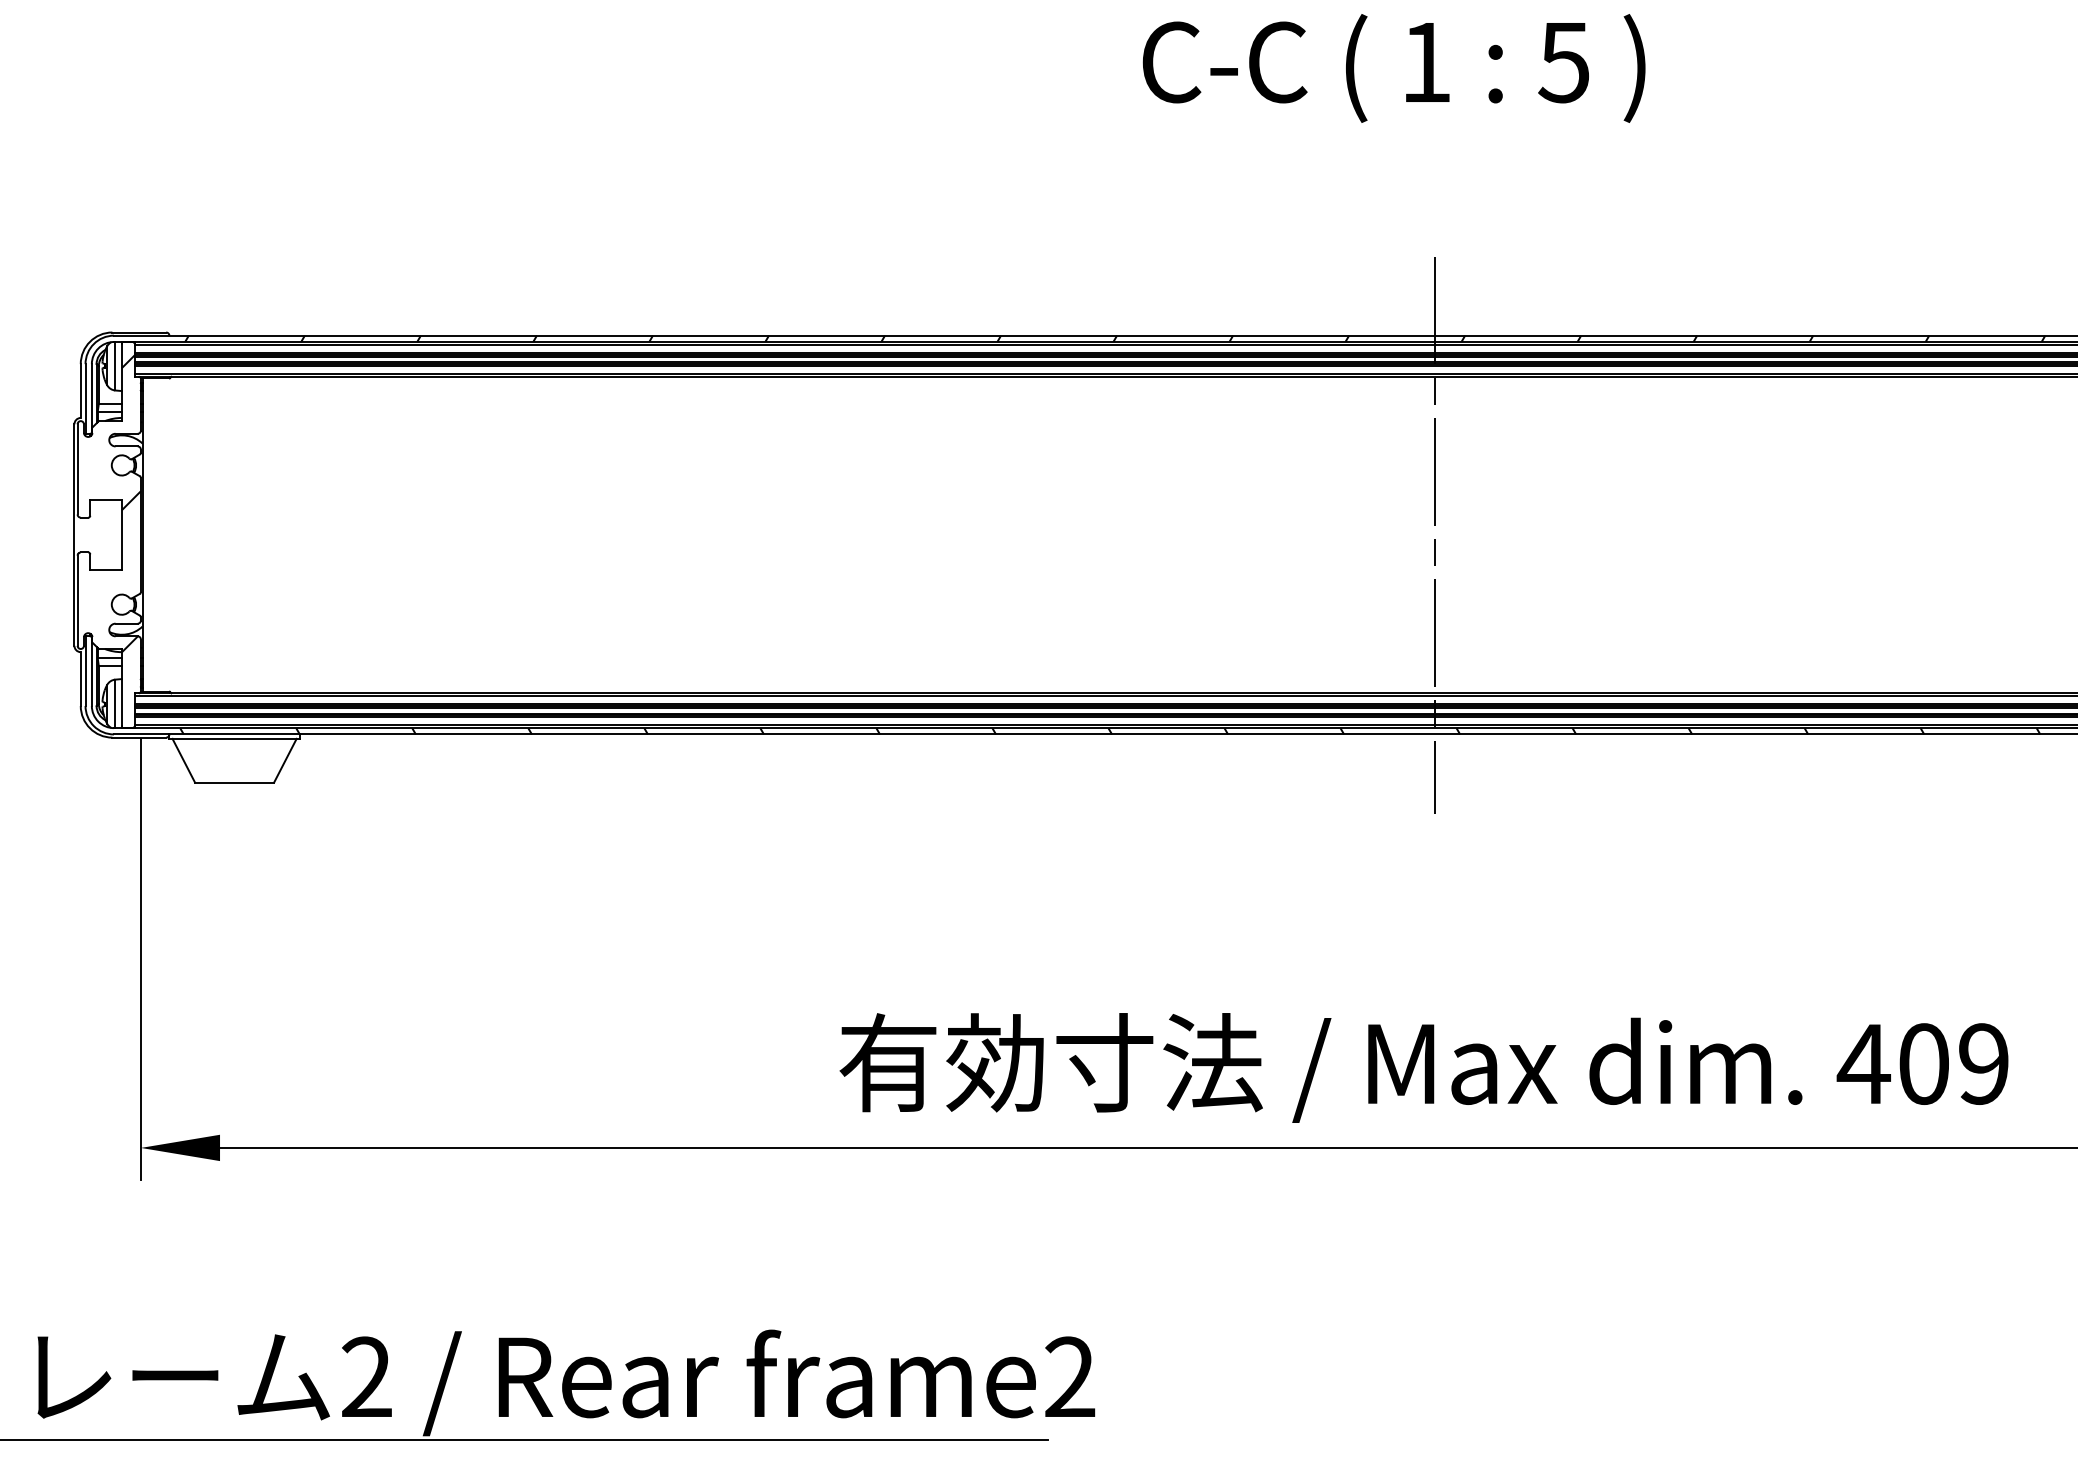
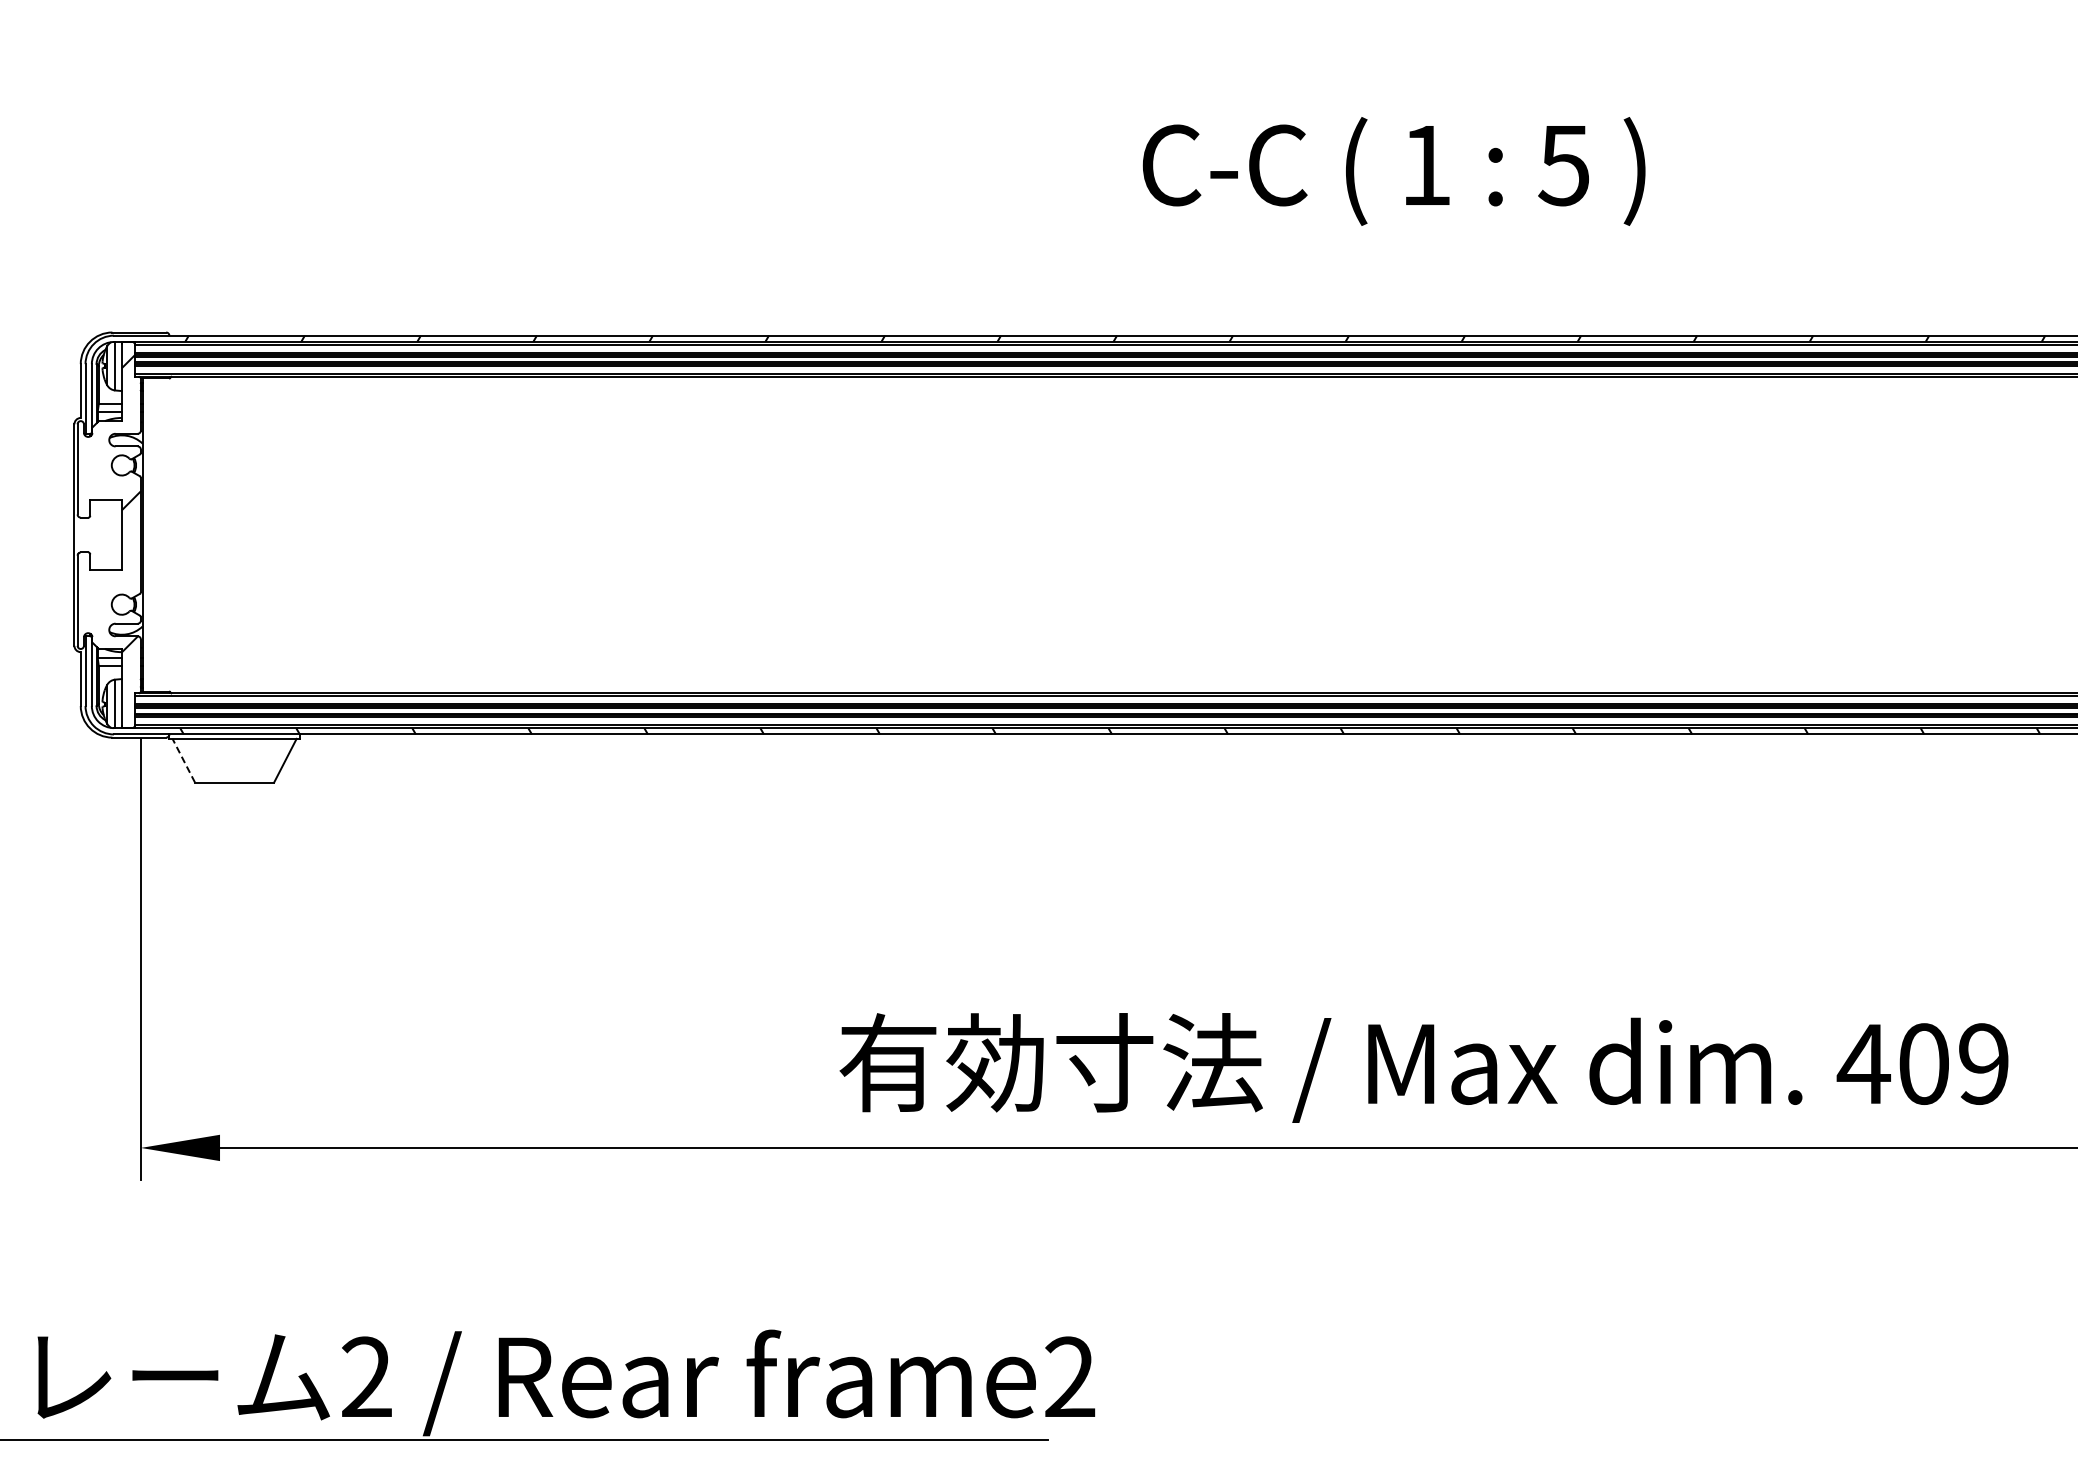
text at (1393, 68) position: (1393, 68) -> (1393, 171)
line at (1435, 534): present -> none
line at (183, 760): solid -> dashed
